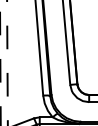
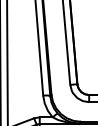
line at (0, 63): dashed -> solid
line at (7, 63): dashed -> solid
